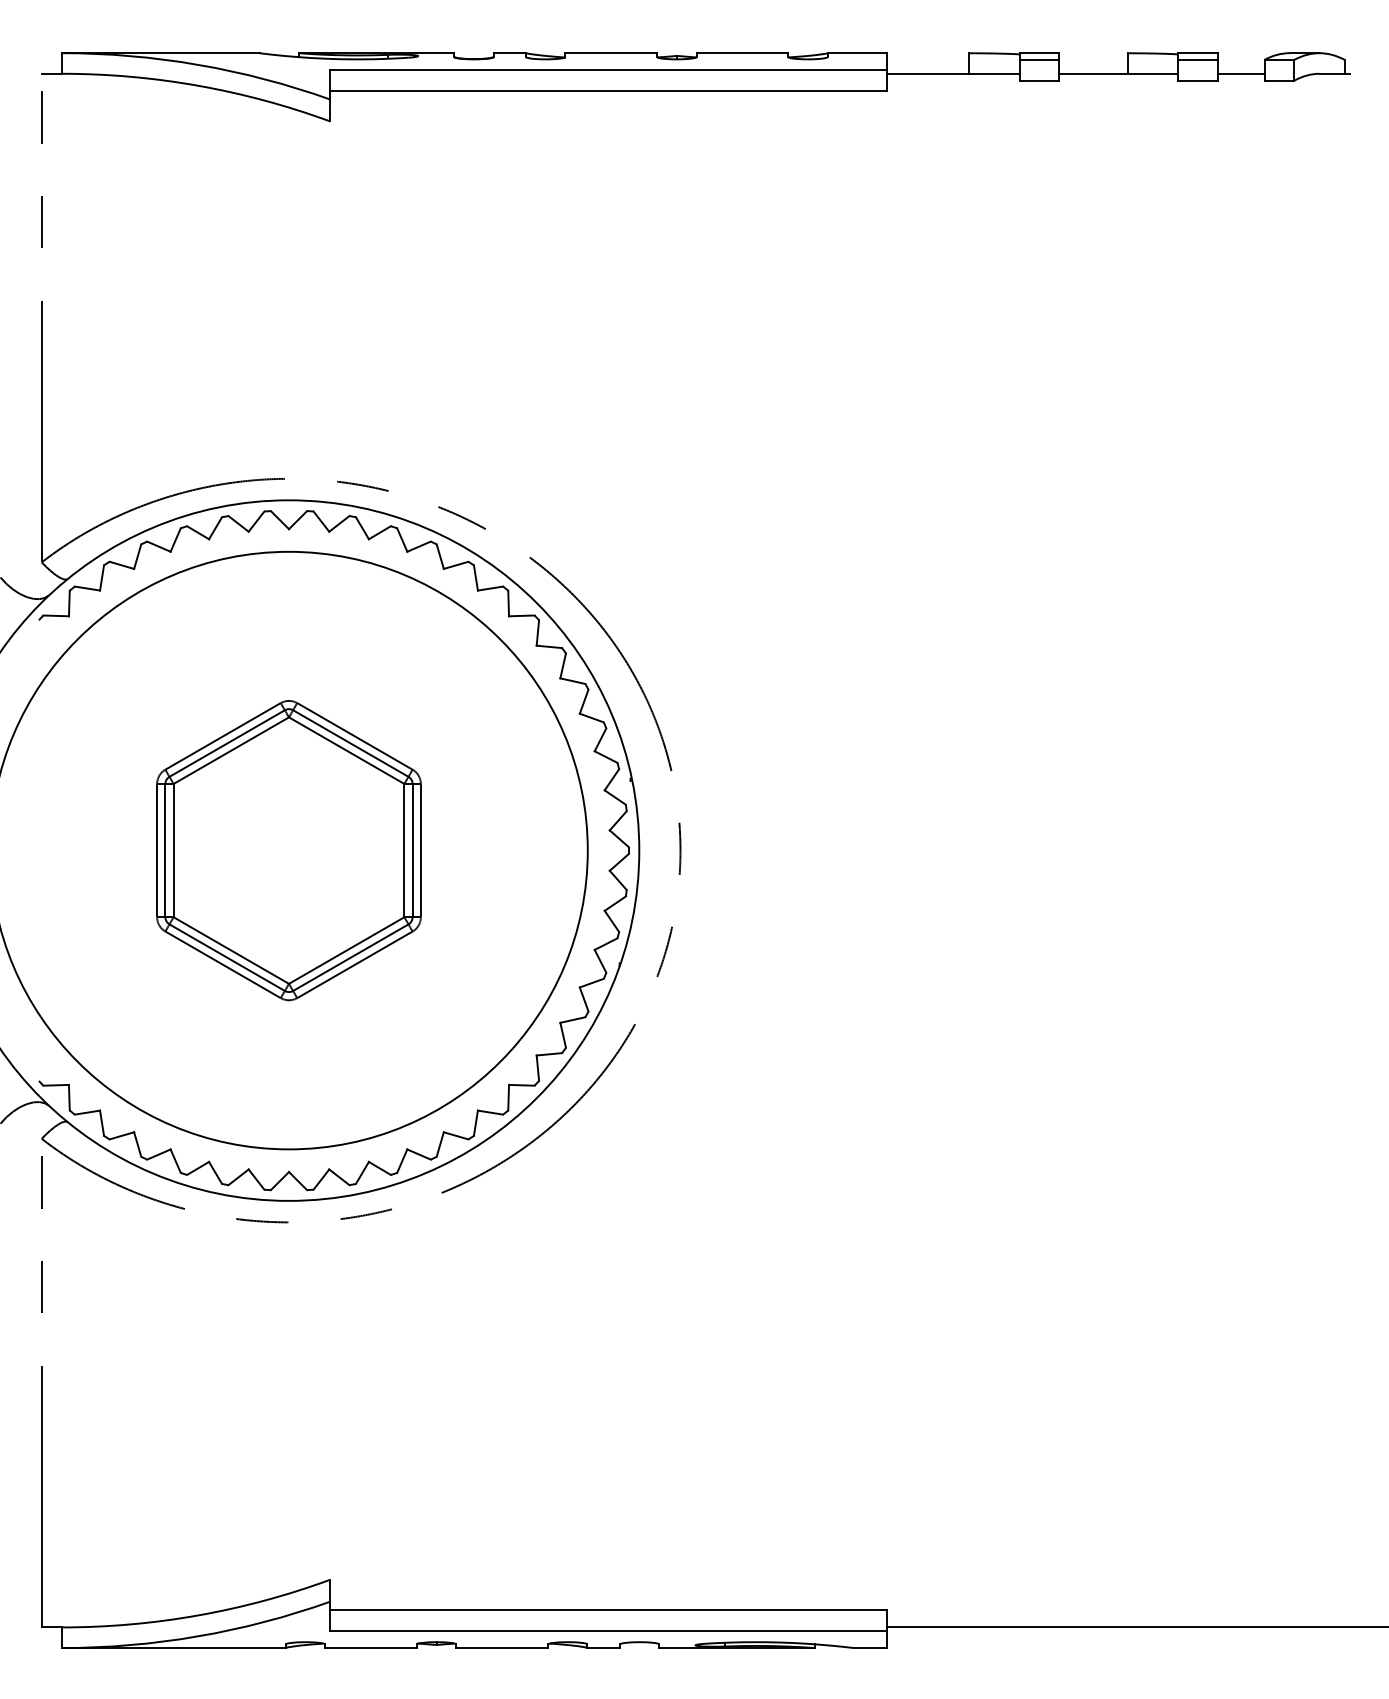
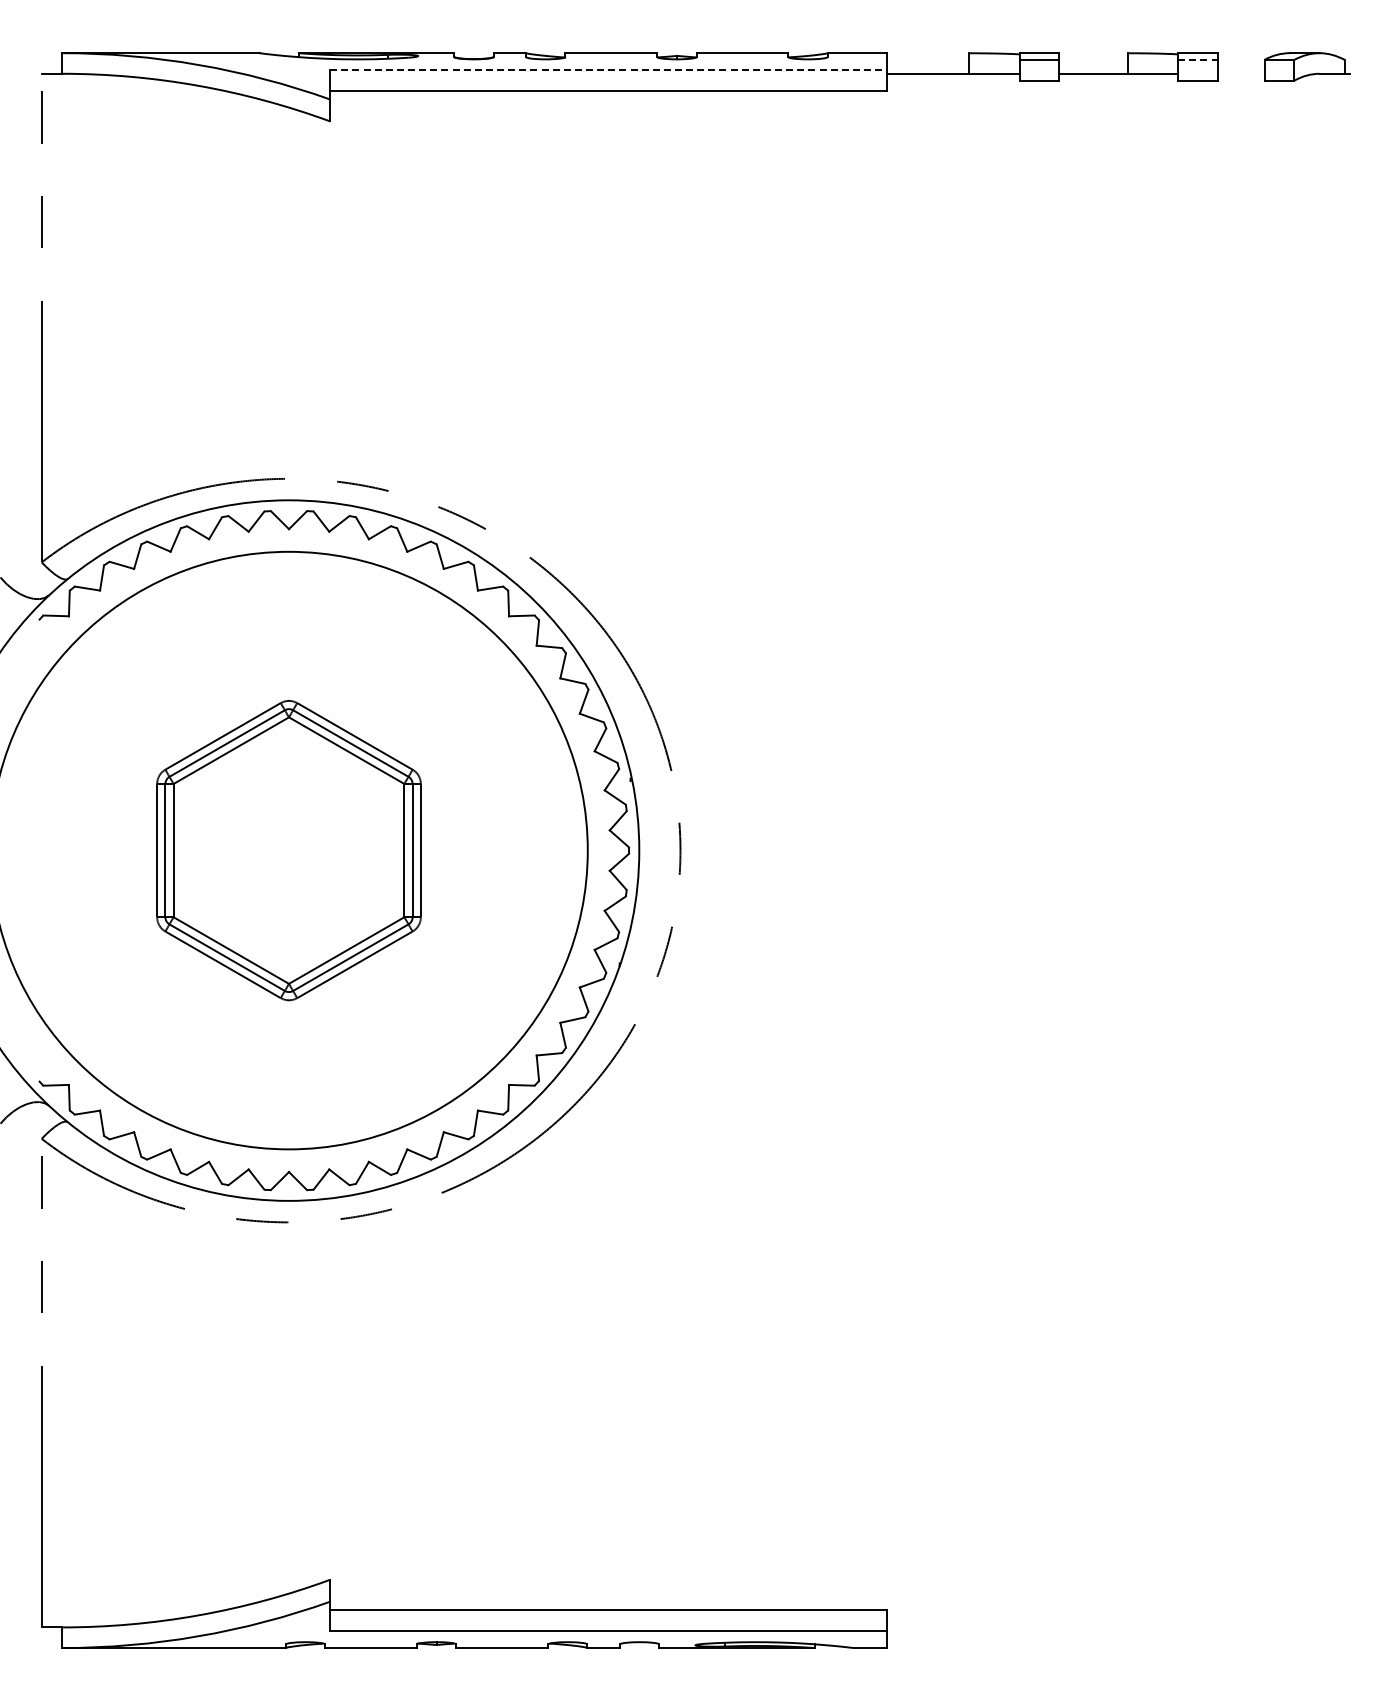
line at (1197, 59): solid -> dashed
line at (608, 70): solid -> dashed
line at (1240, 73): present -> none
line at (1135, 1627): present -> none
